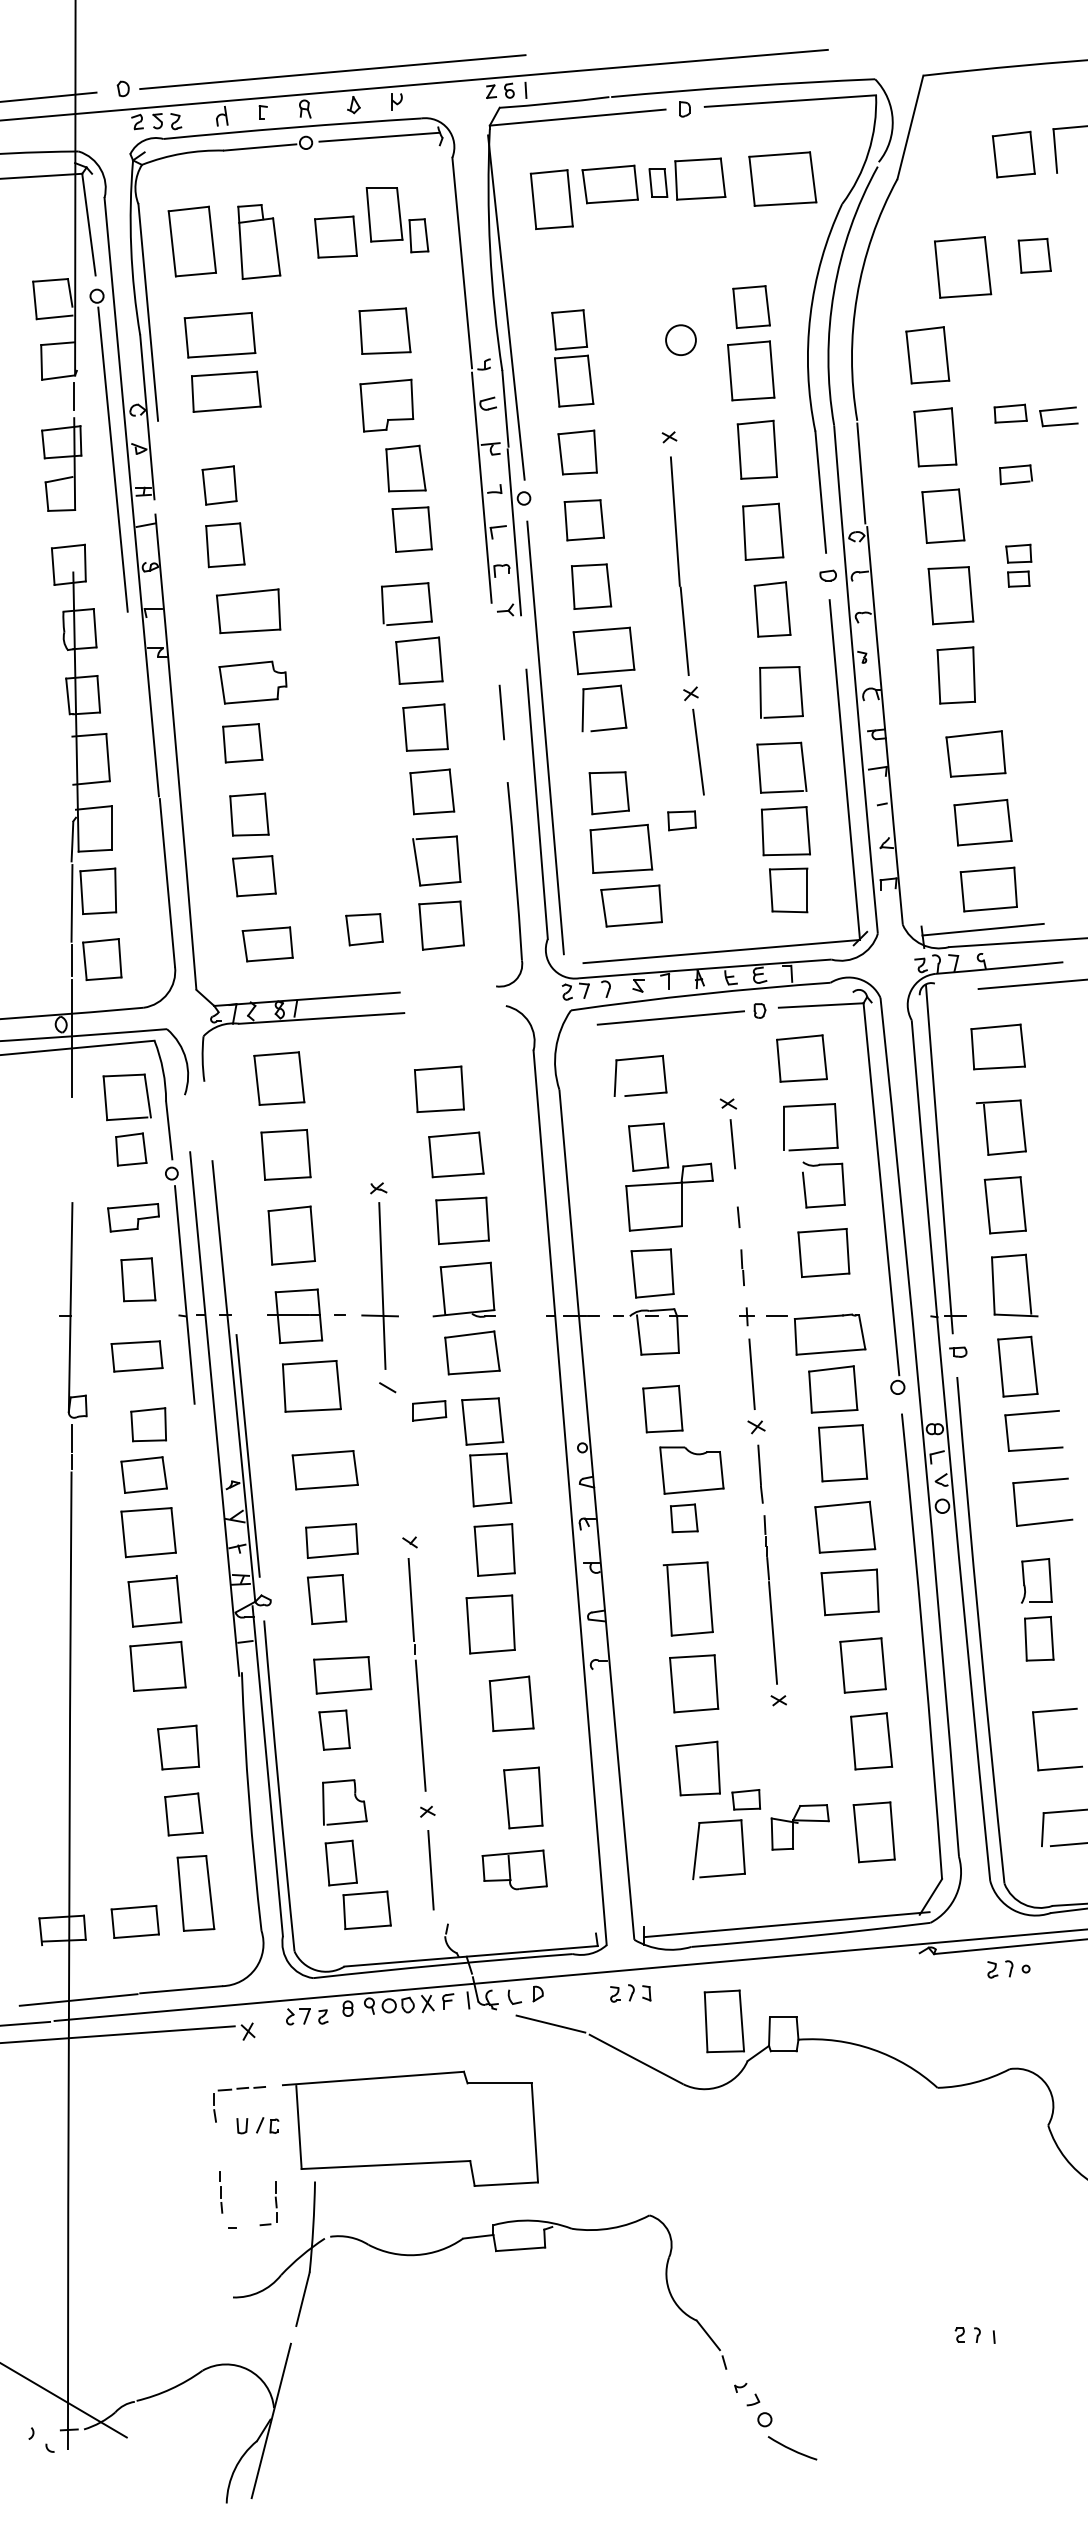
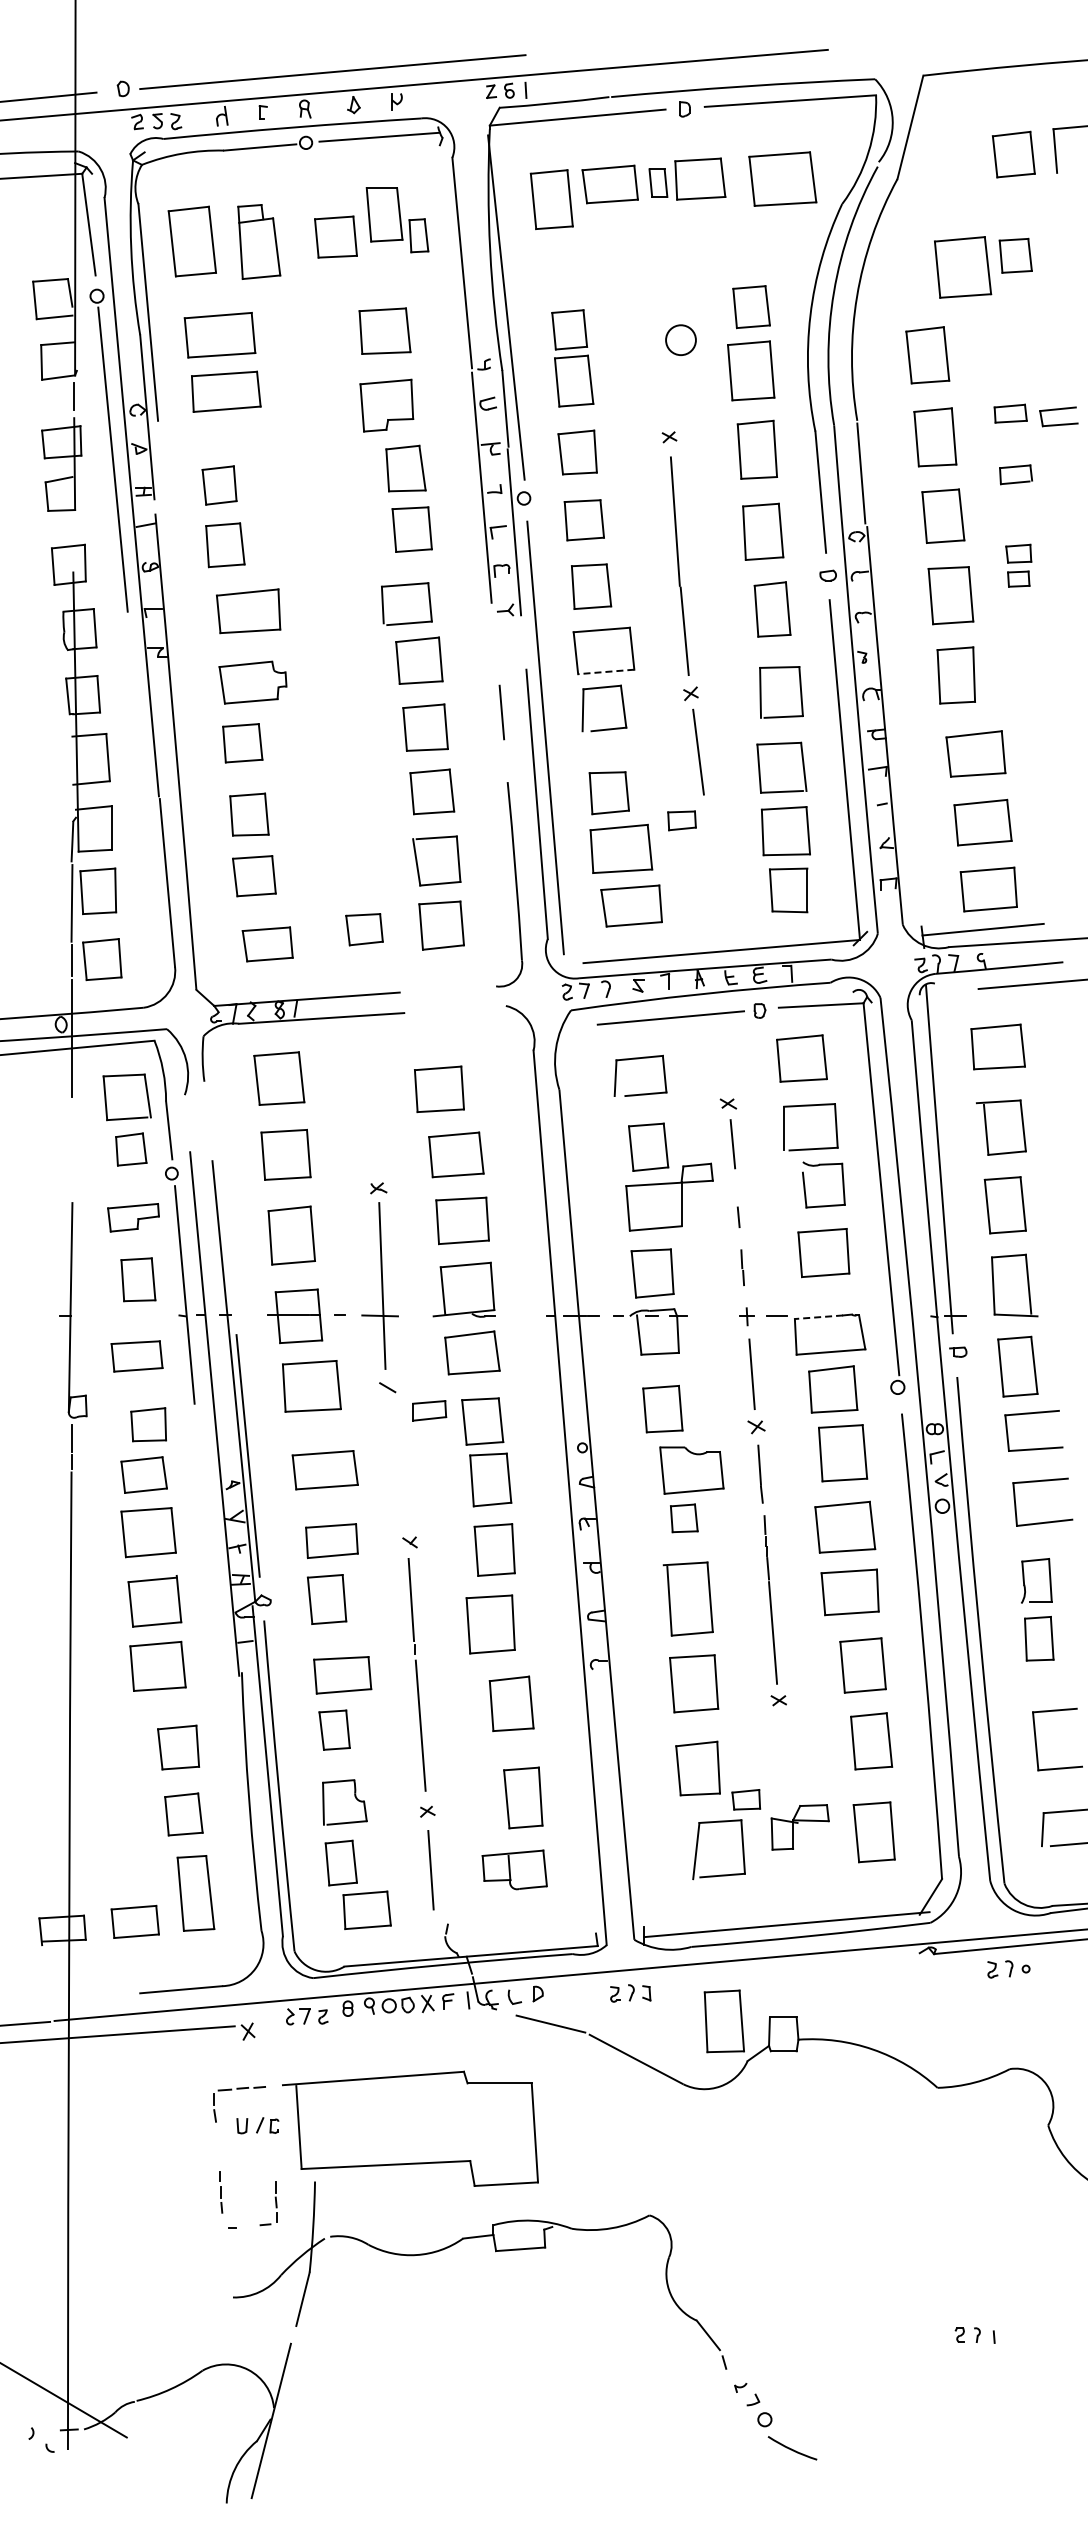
part at (1034, 255) position: (1034, 255) -> (1015, 255)
line at (605, 671): solid -> dashed
line at (818, 1317): solid -> dashed
line at (78, 1999): present -> none
